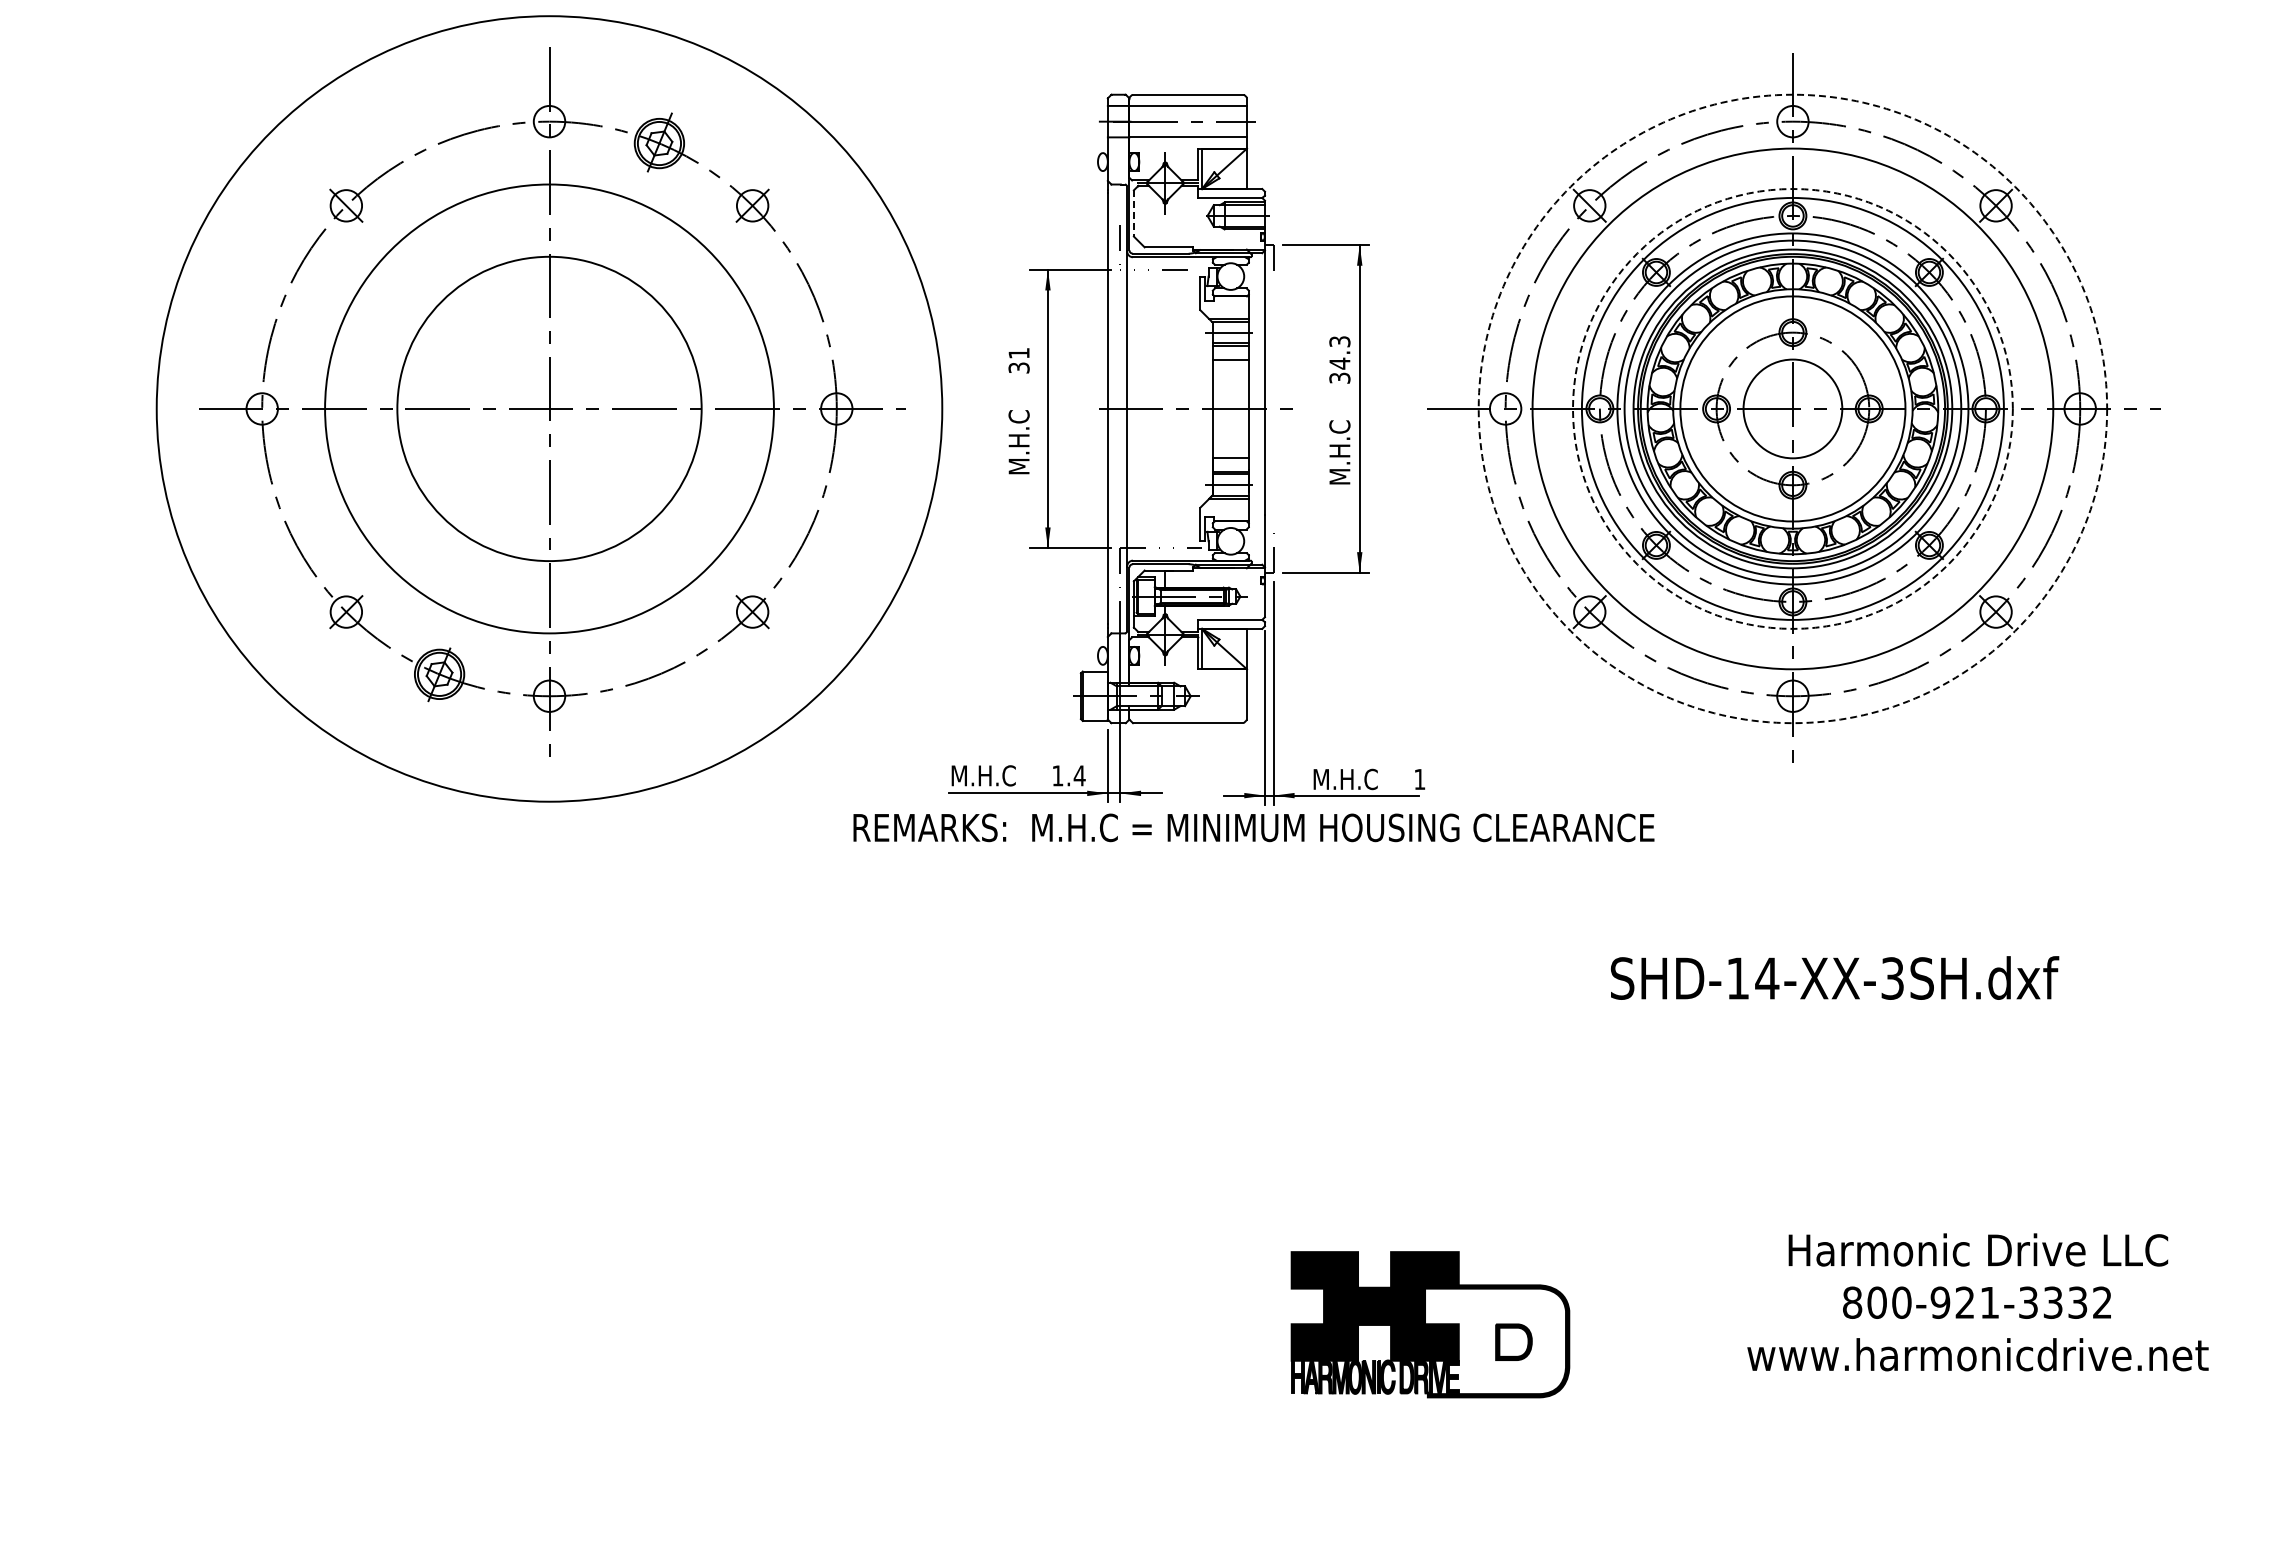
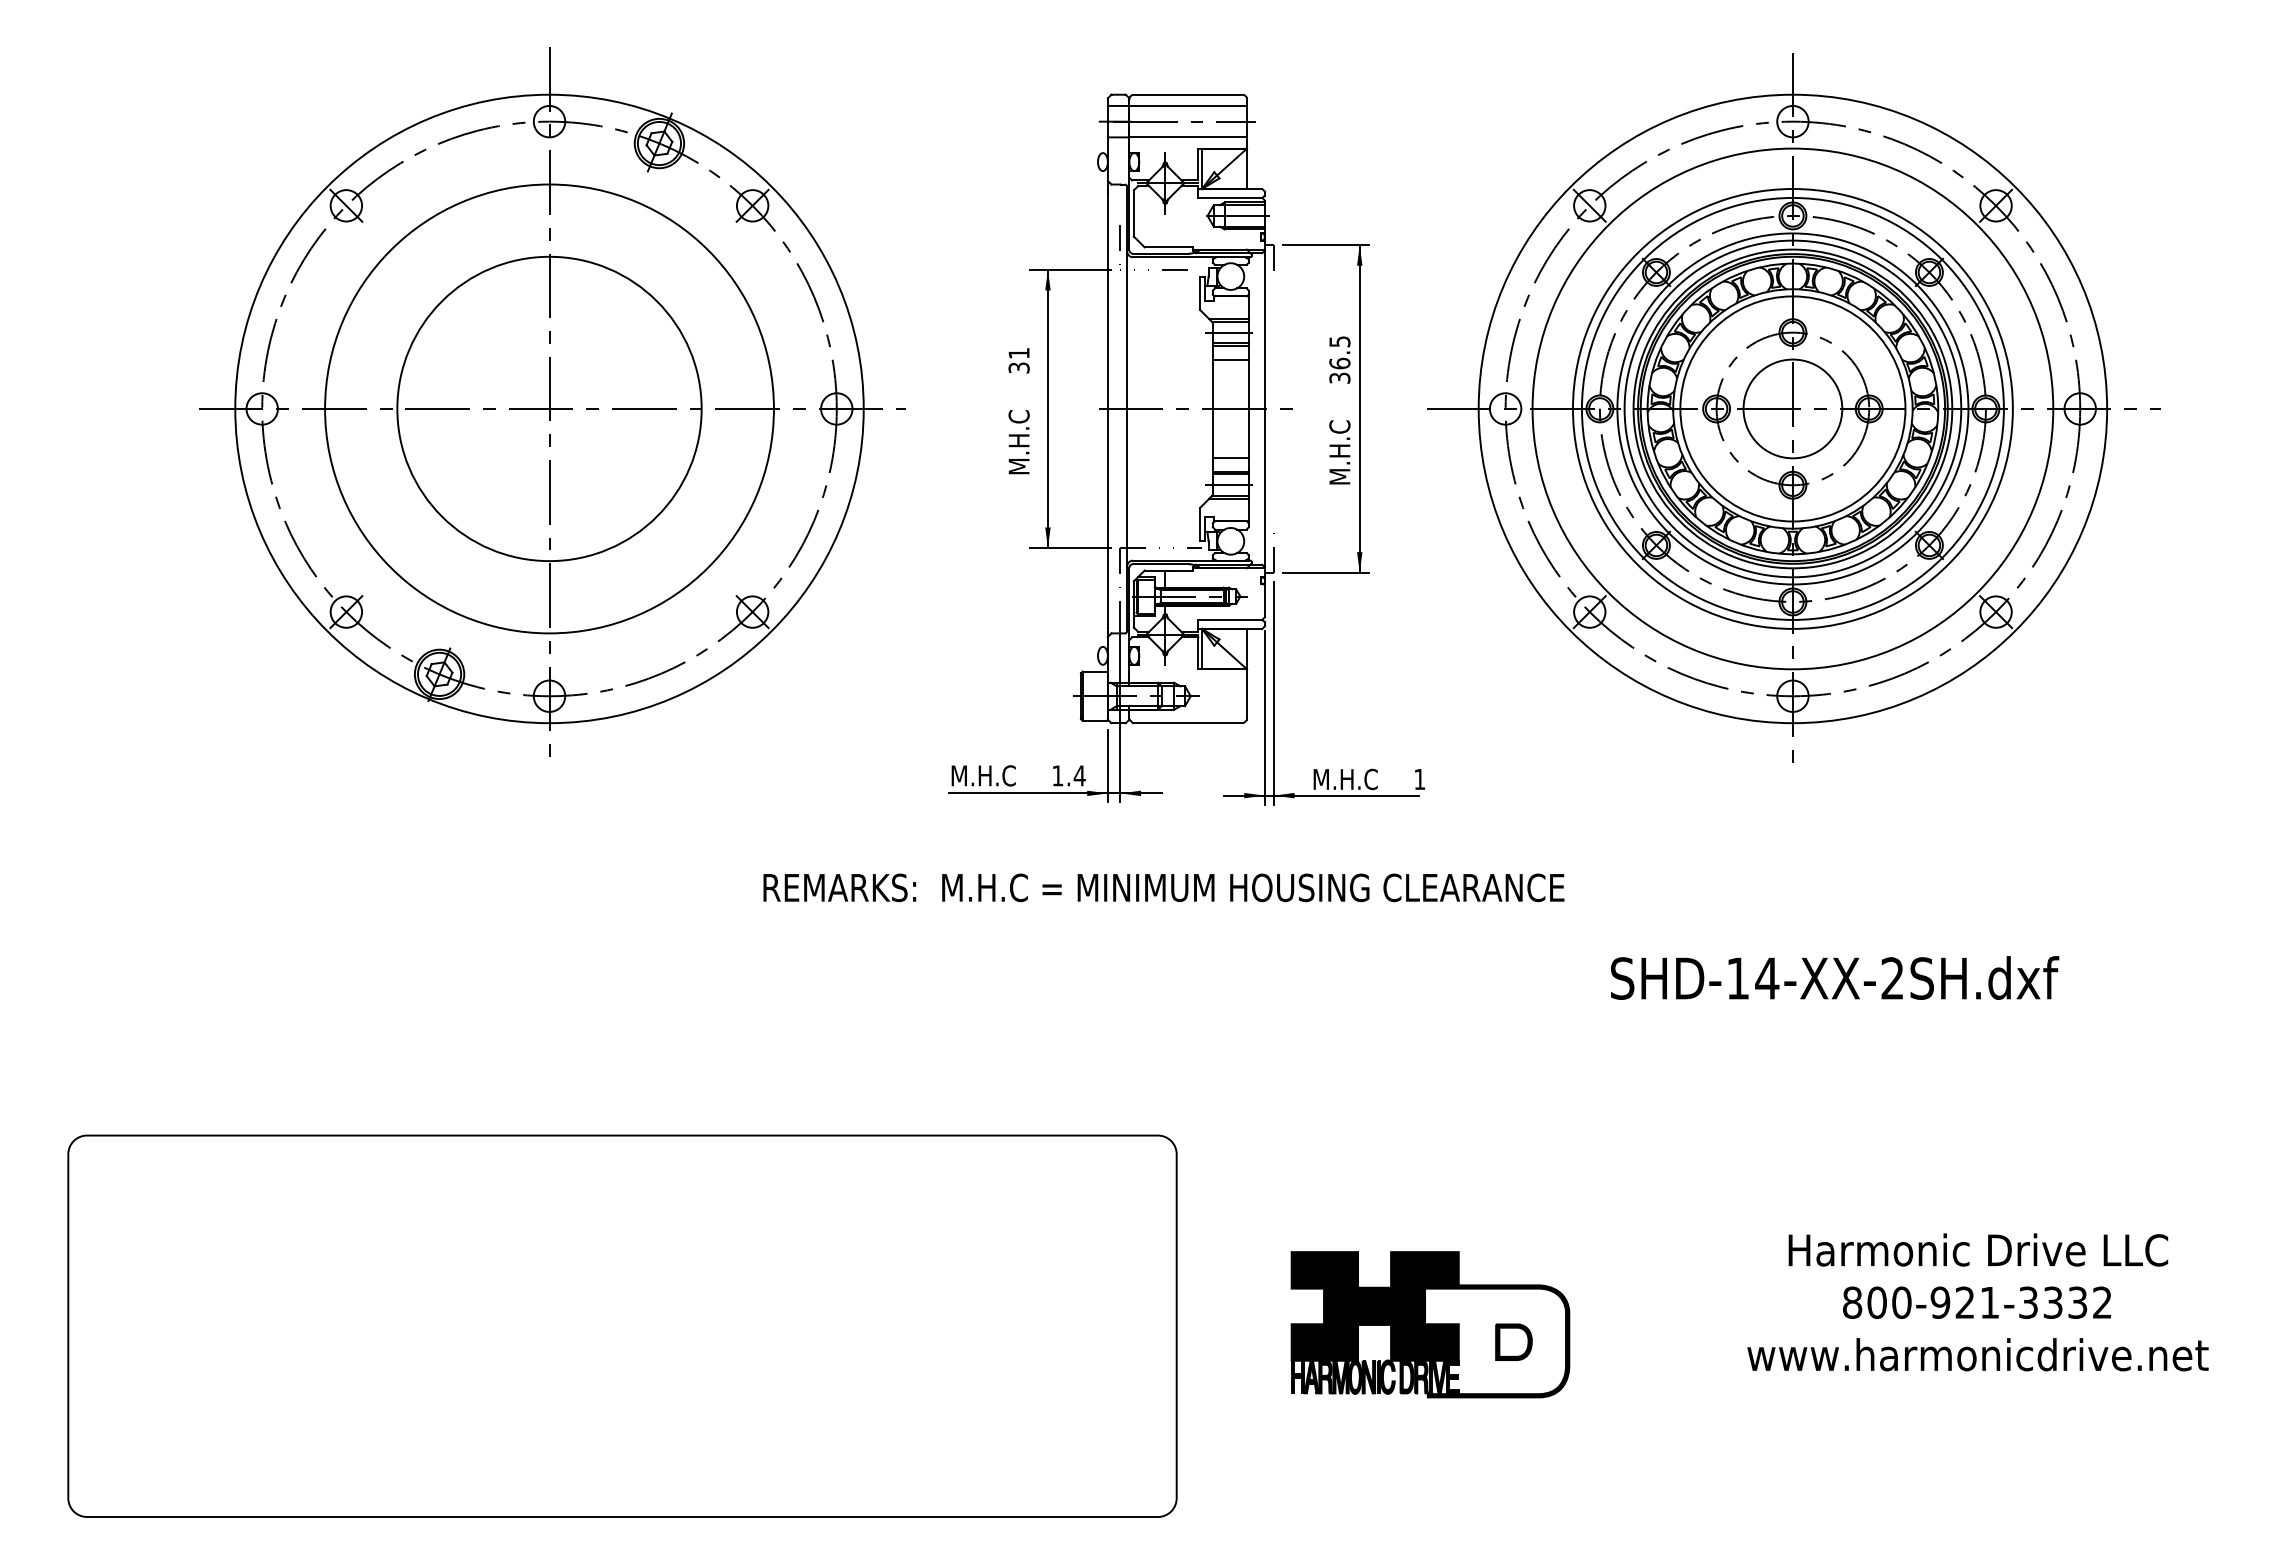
line at (1133, 213): dashed -> solid
text at (1339, 352): 34.3 -> 36.5
circle at (549, 408) diameter: 786 px -> 628 px
circle at (1792, 408): dashed -> solid
circle at (1792, 408): dashed -> solid
text at (1253, 827) position: (1253, 827) -> (1163, 887)
text at (1892, 978): SHD-14-XX-3SH.dxf -> SHD-14-XX-2SH.dxf
part at (622, 1325): none -> present
